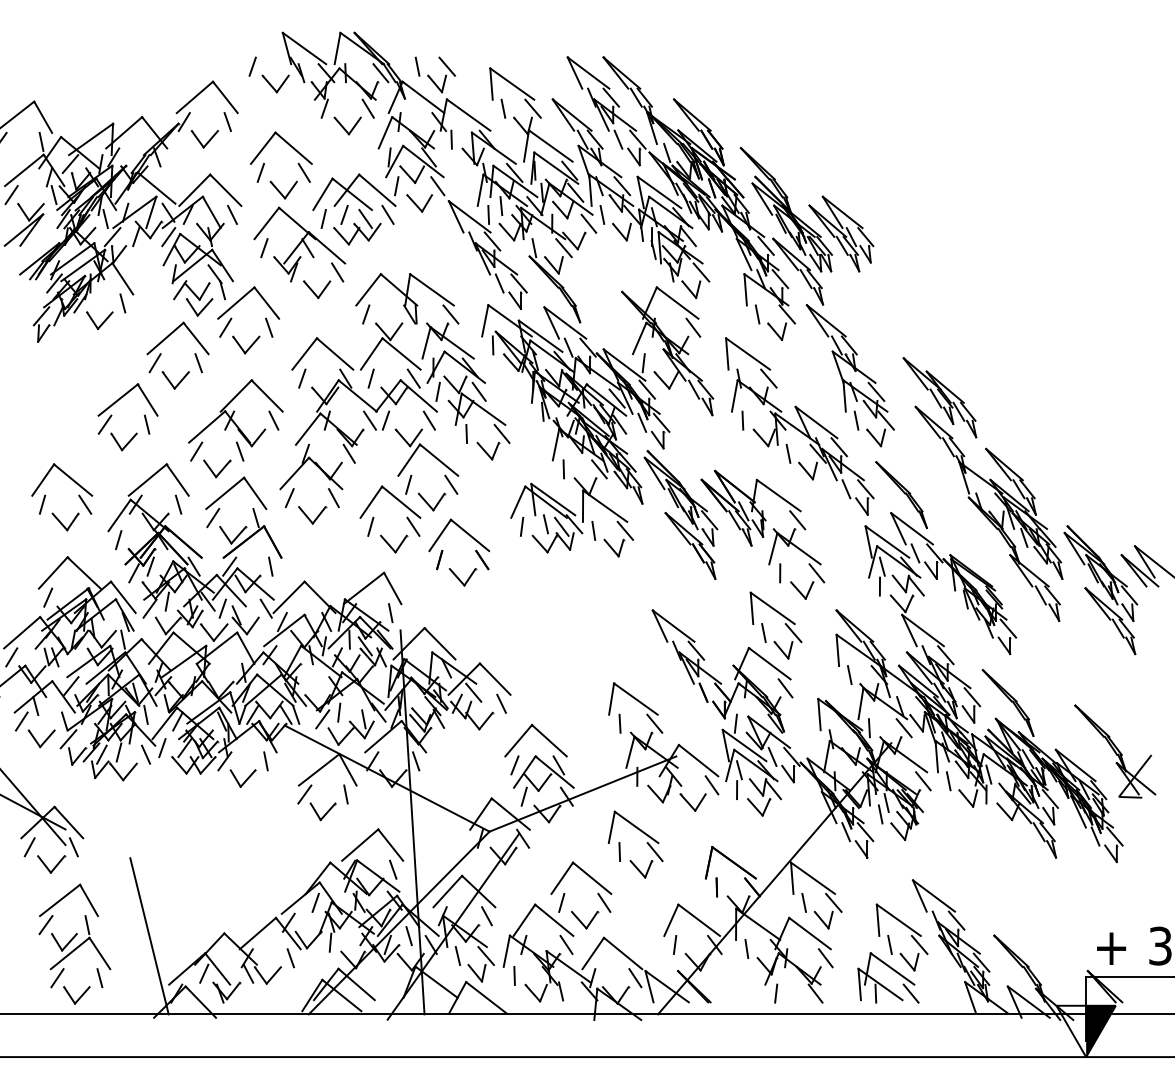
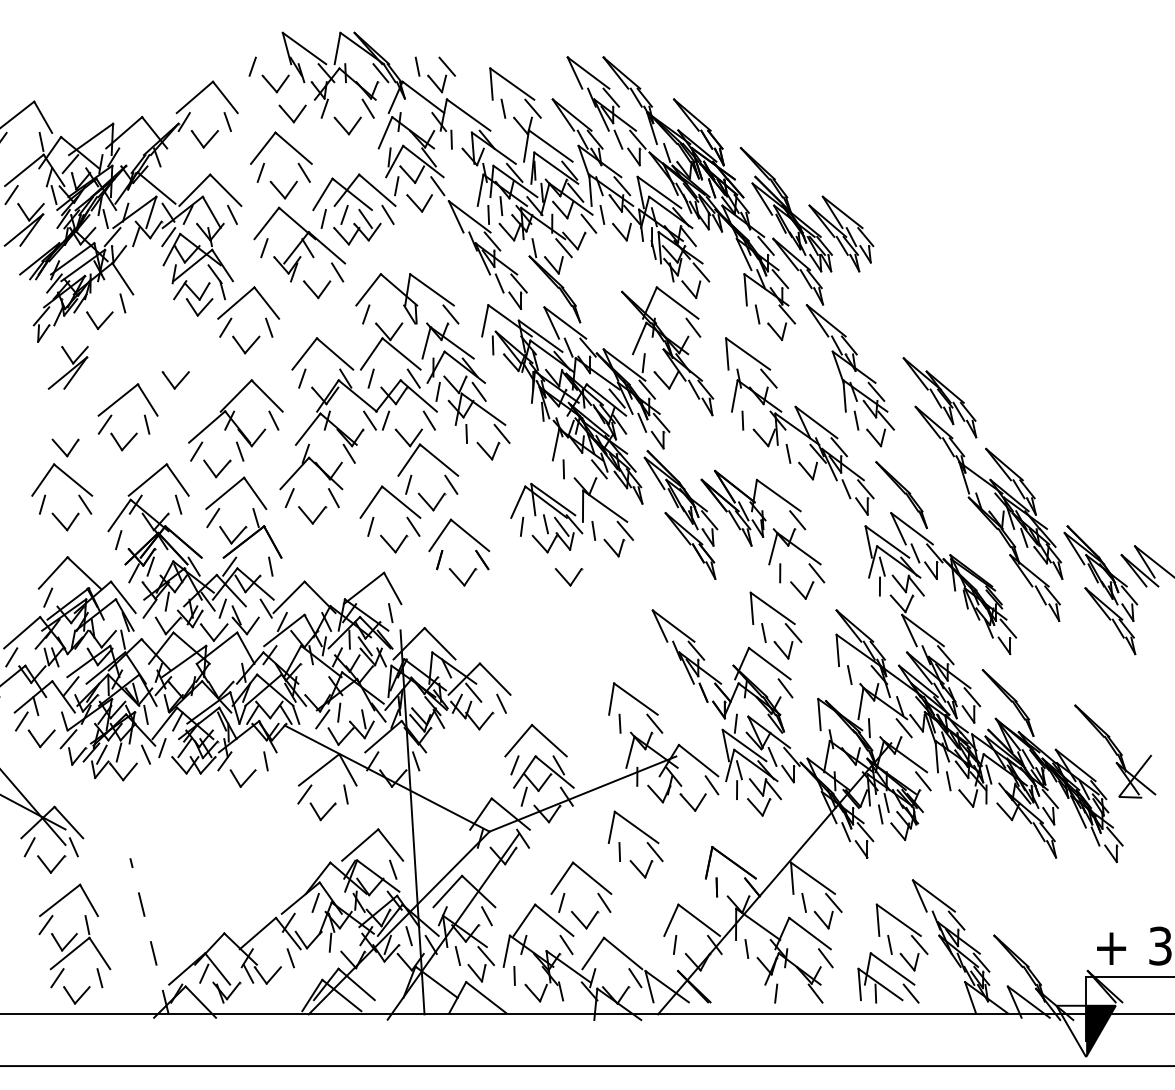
part at (292, 113): none -> present
part at (168, 337): present -> none
part at (67, 367): none -> present
part at (65, 447): none -> present
part at (569, 577): none -> present
line at (149, 935): solid -> dashed
line at (586, 1057) position: (586, 1057) -> (586, 1066)
